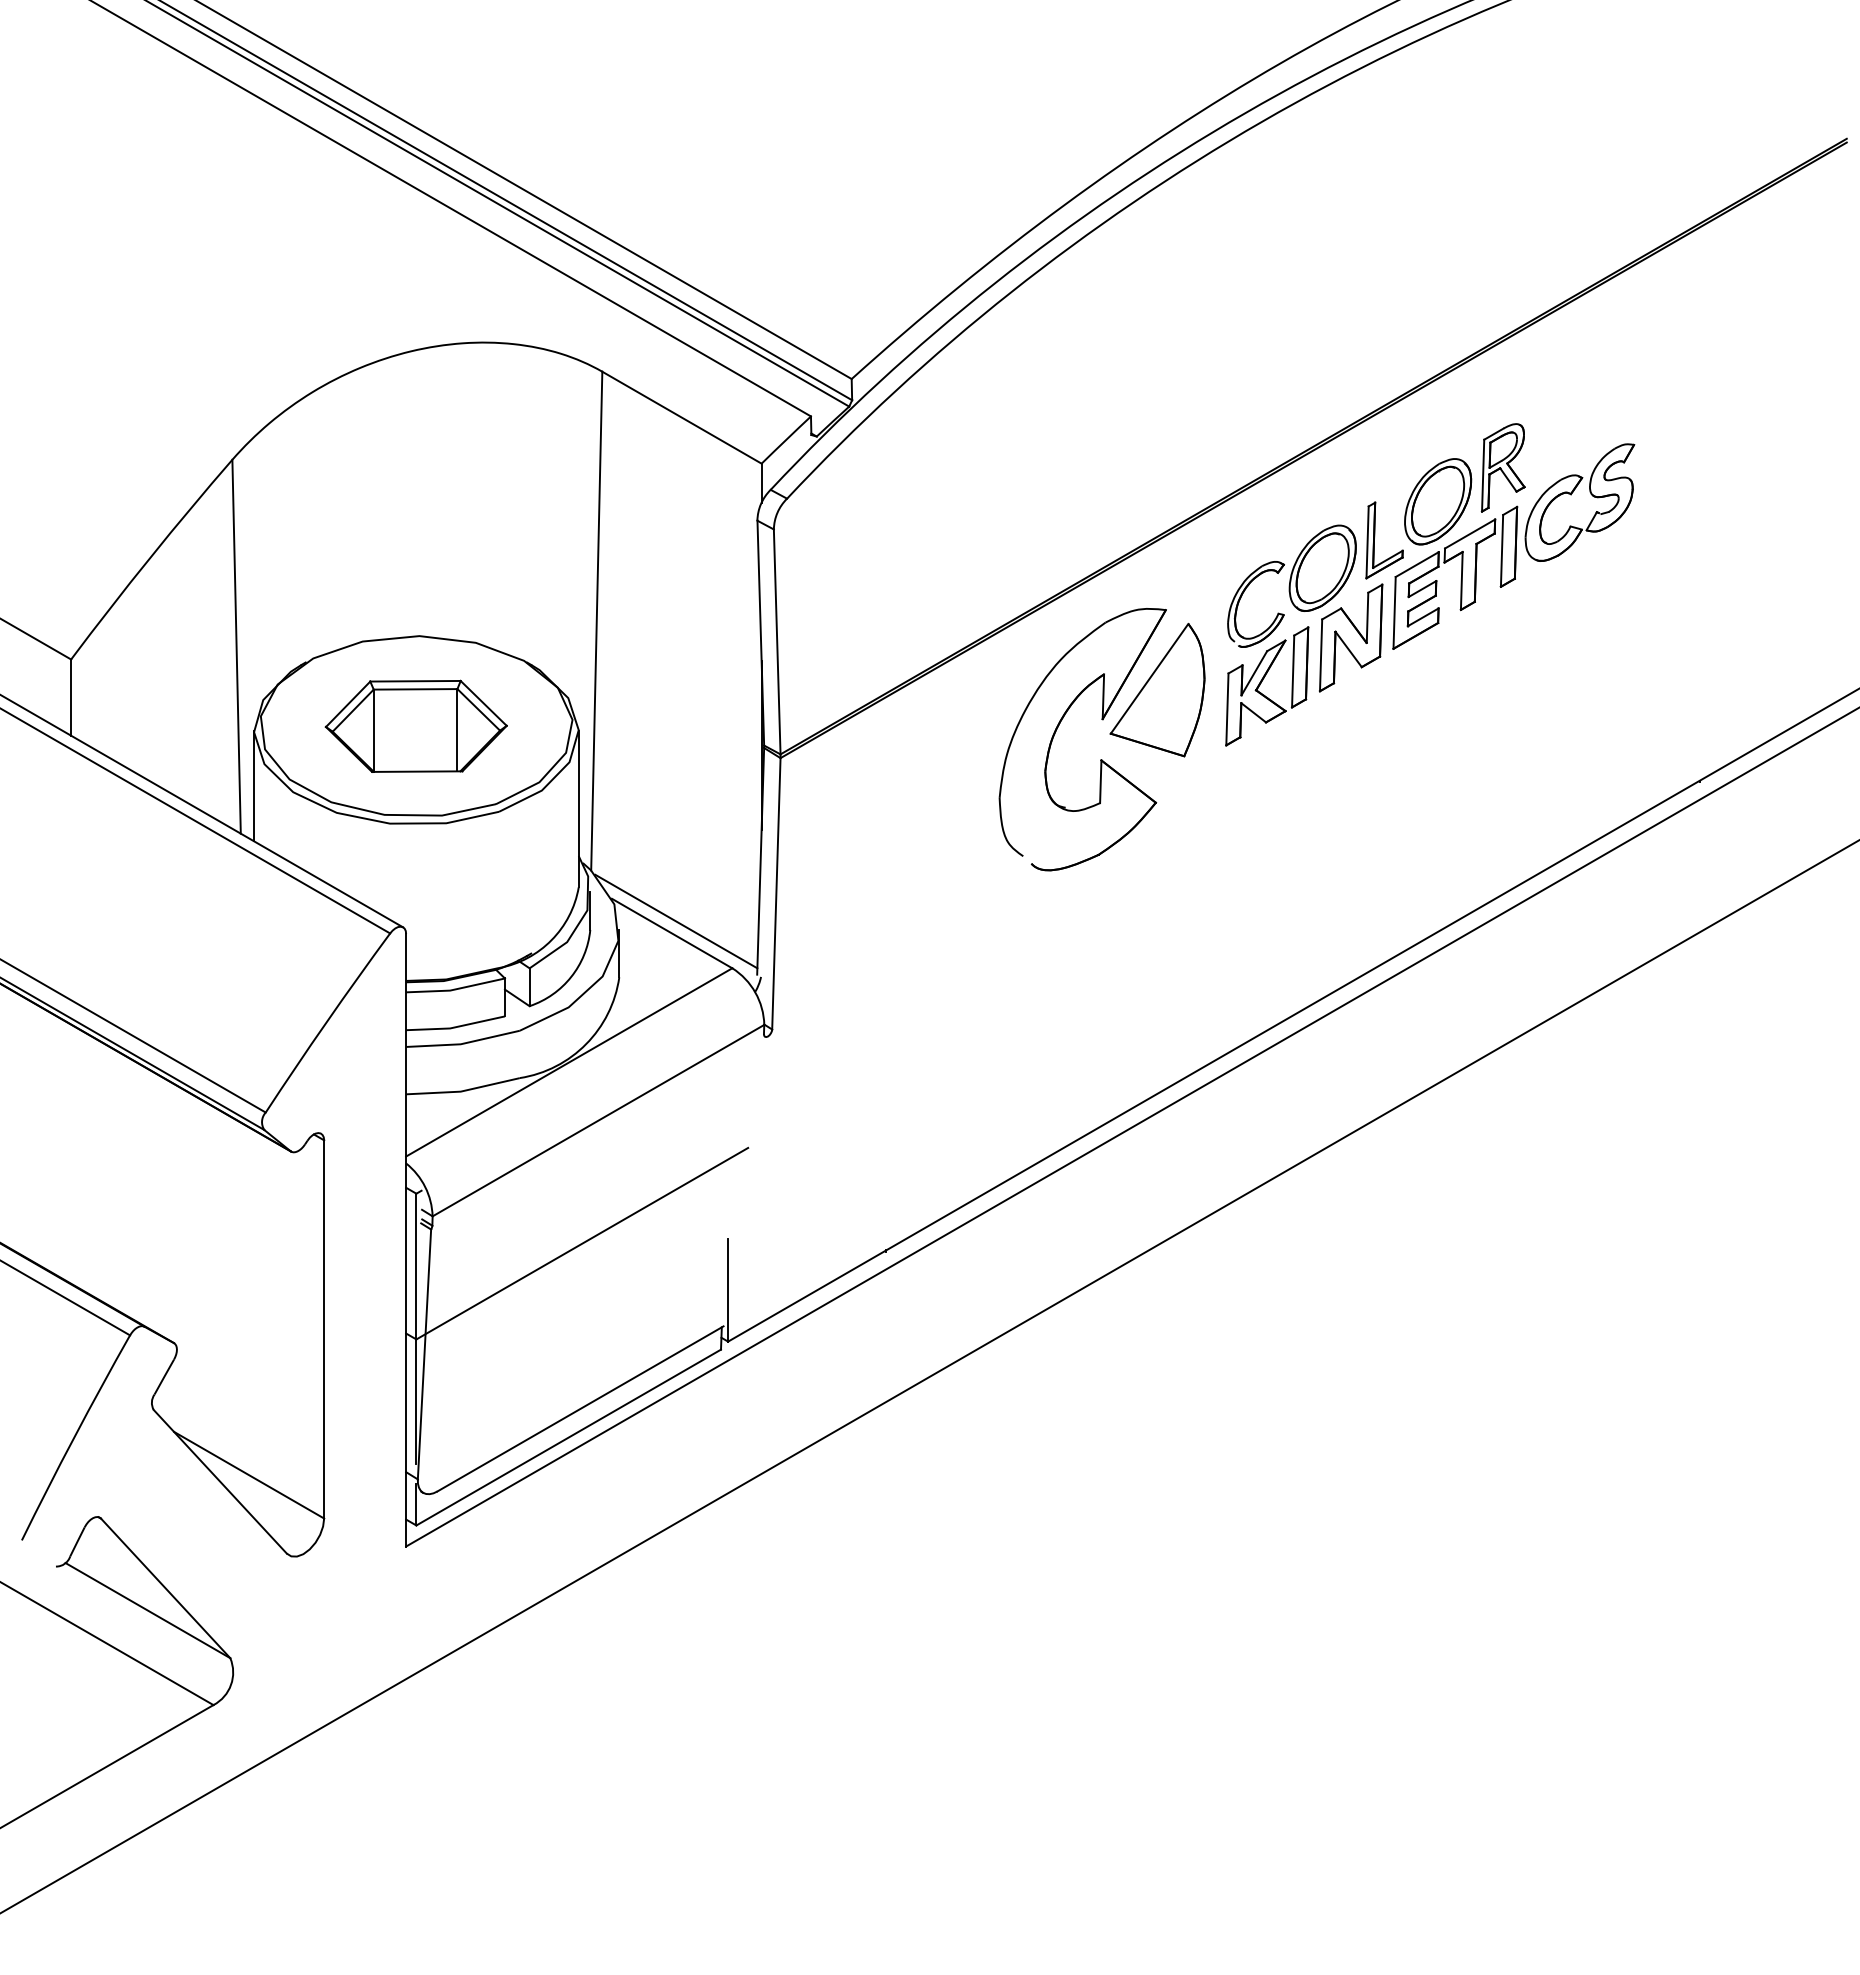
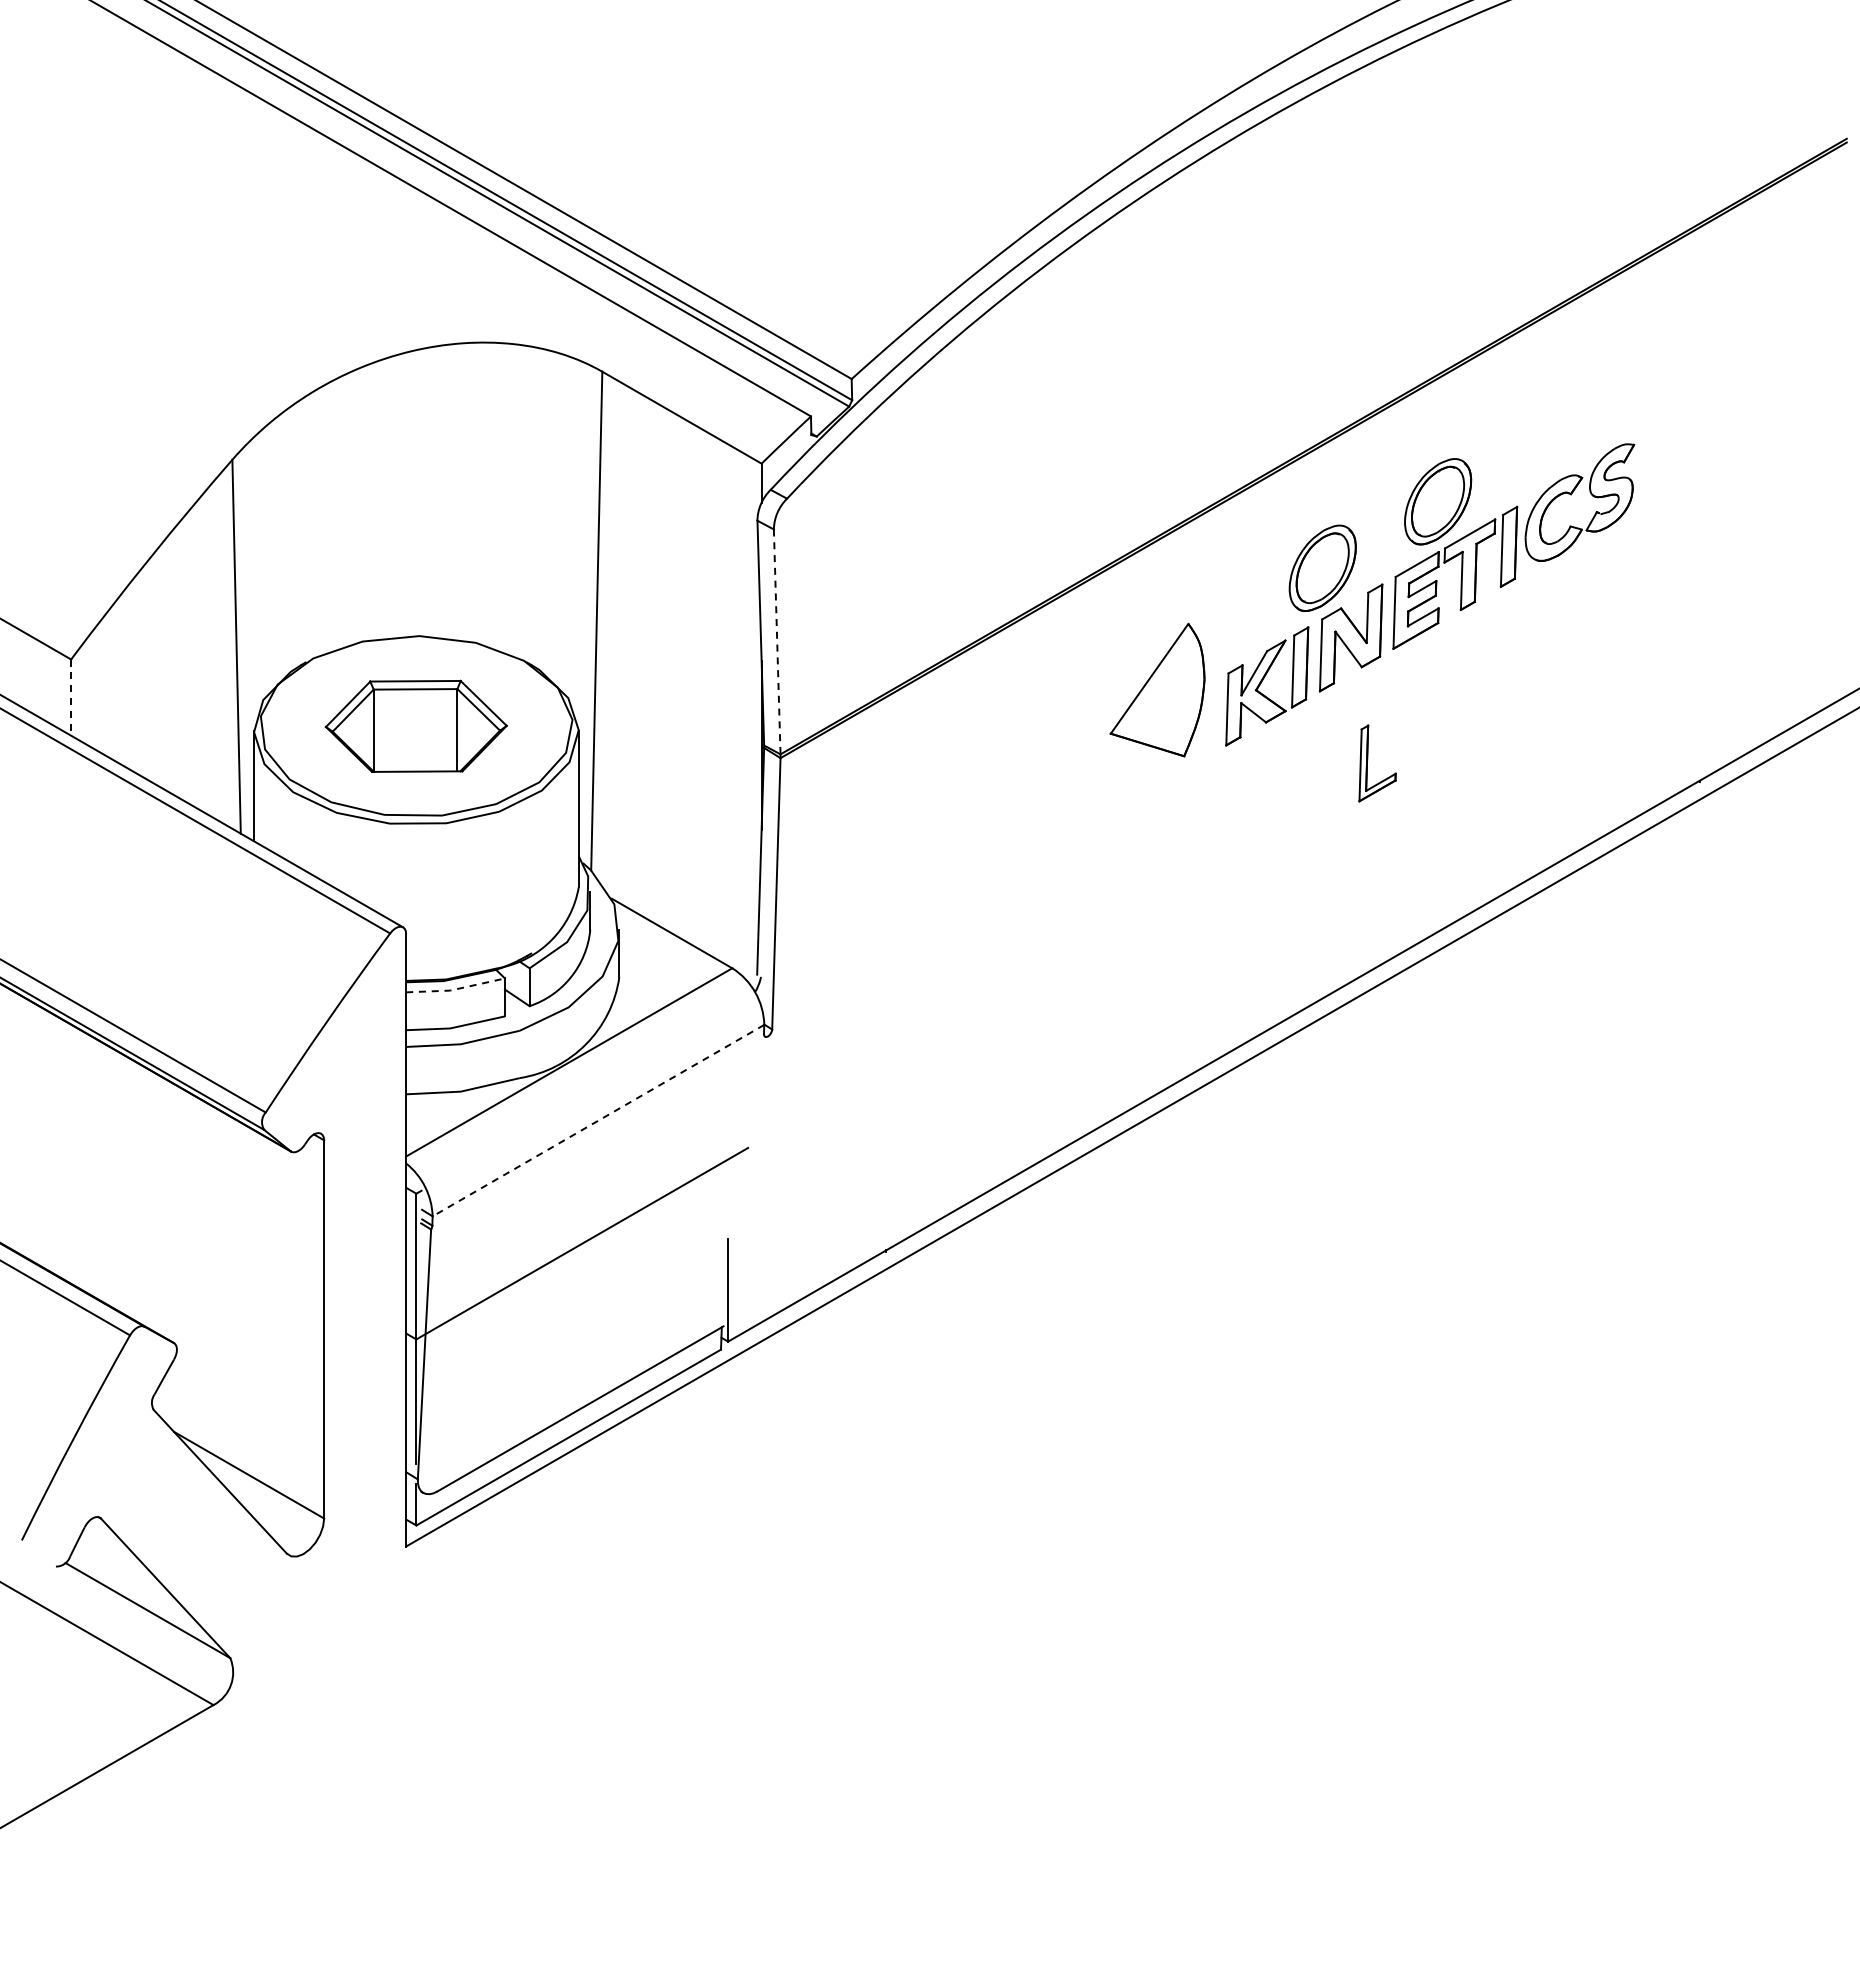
part at (1502, 467): present -> none
part at (1375, 536) position: (1375, 536) -> (1368, 759)
part at (1241, 598): present -> none
line at (777, 642): solid -> dashed
line at (71, 698): solid -> dashed
part at (1058, 727): present -> none
line at (676, 921): present -> none
line at (455, 989): solid -> dashed
line at (598, 1120): solid -> dashed
line at (929, 1376): present -> none
